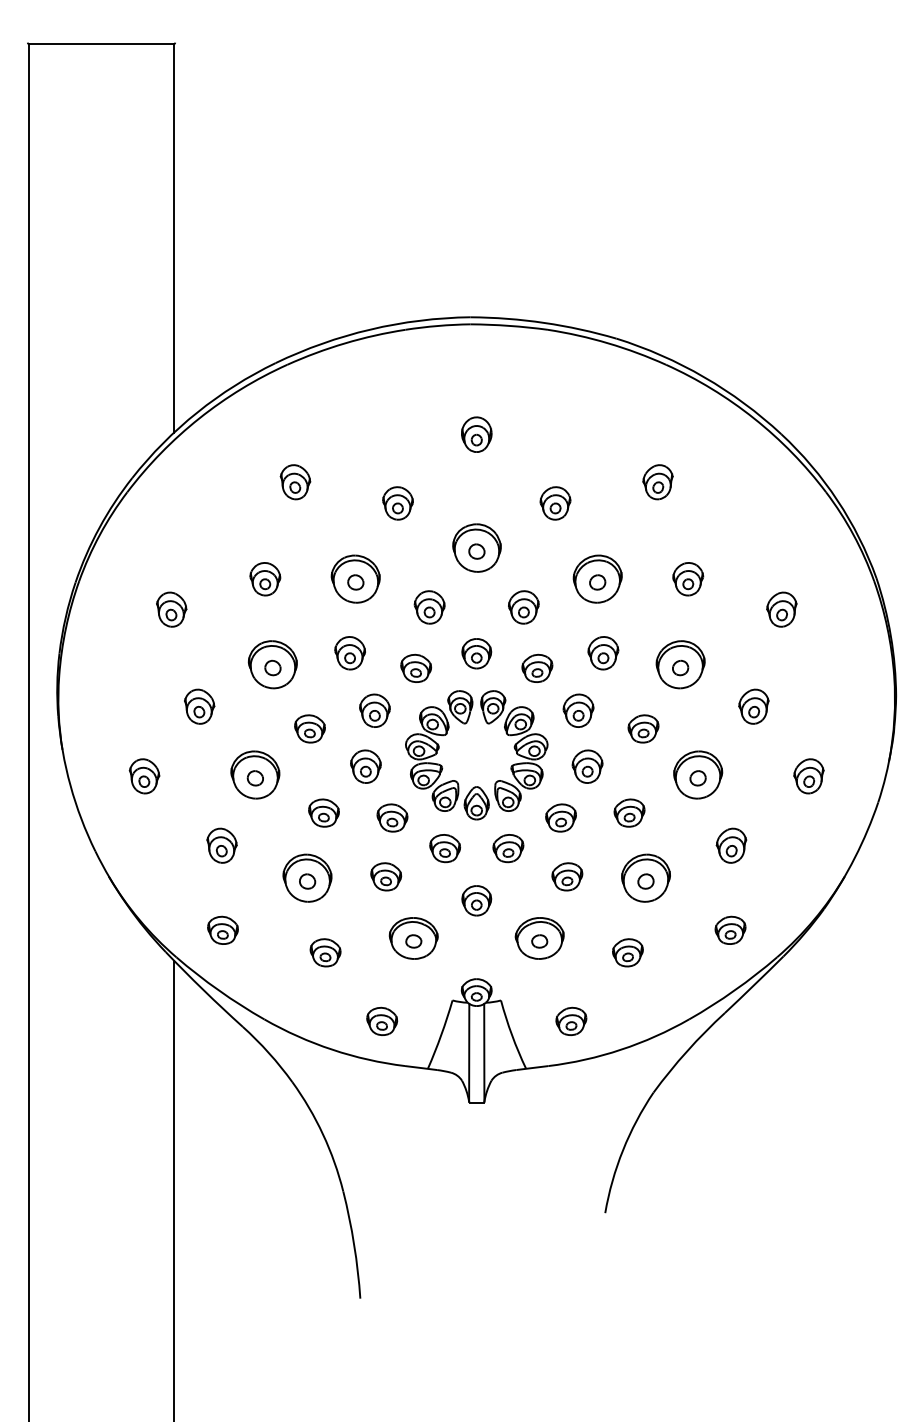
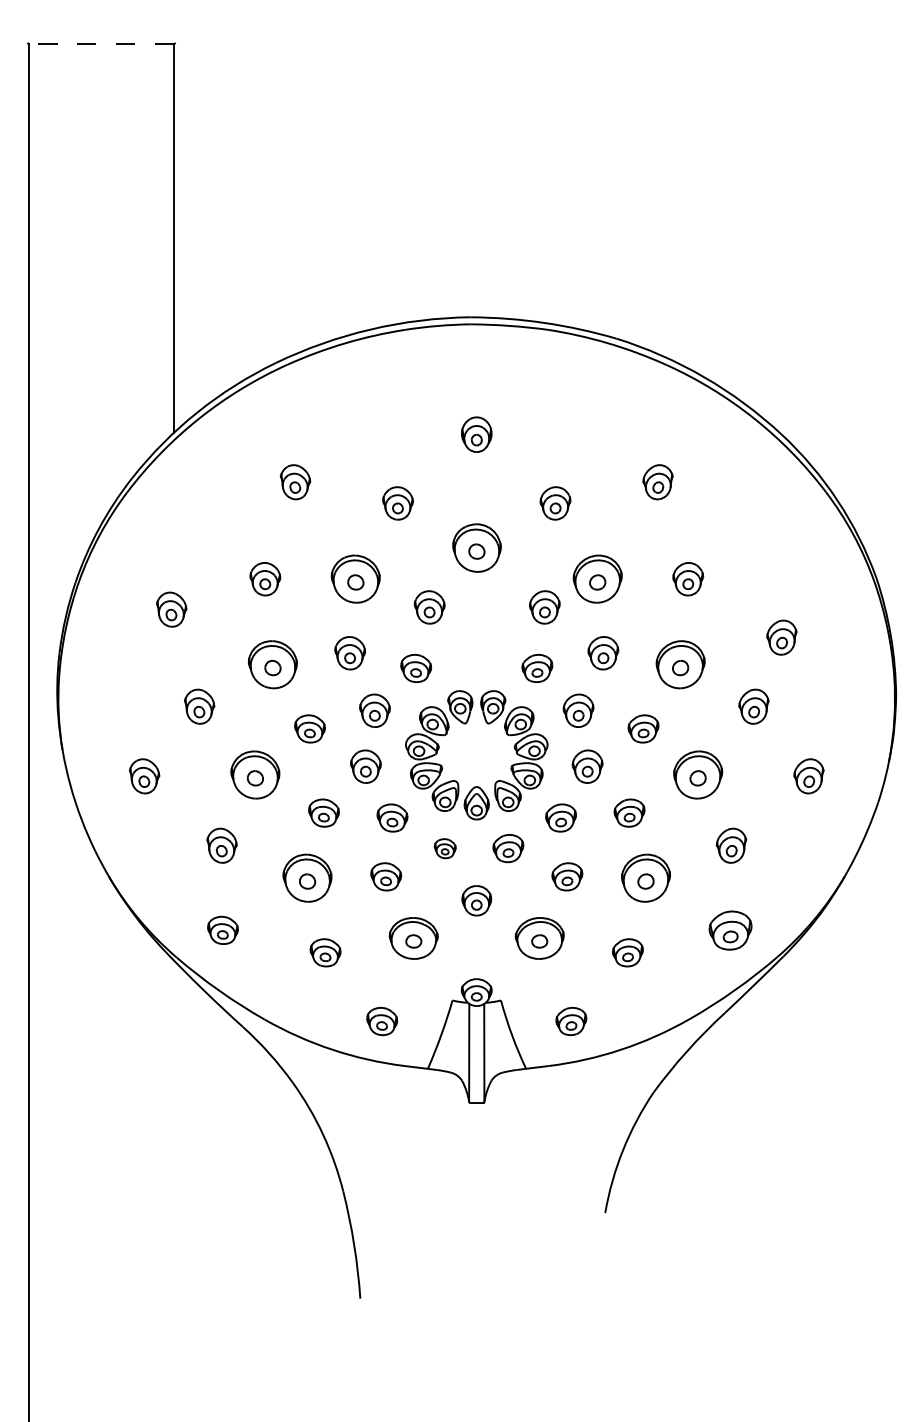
line at (101, 44): solid -> dashed
part at (523, 607) position: (523, 607) -> (544, 607)
part at (781, 609) position: (781, 609) -> (781, 637)
part at (476, 653): present -> none
part at (445, 848) size: 33x30 px -> 24x22 px
part at (730, 929) size: 33x30 px -> 45x41 px
line at (174, 1189): present -> none
